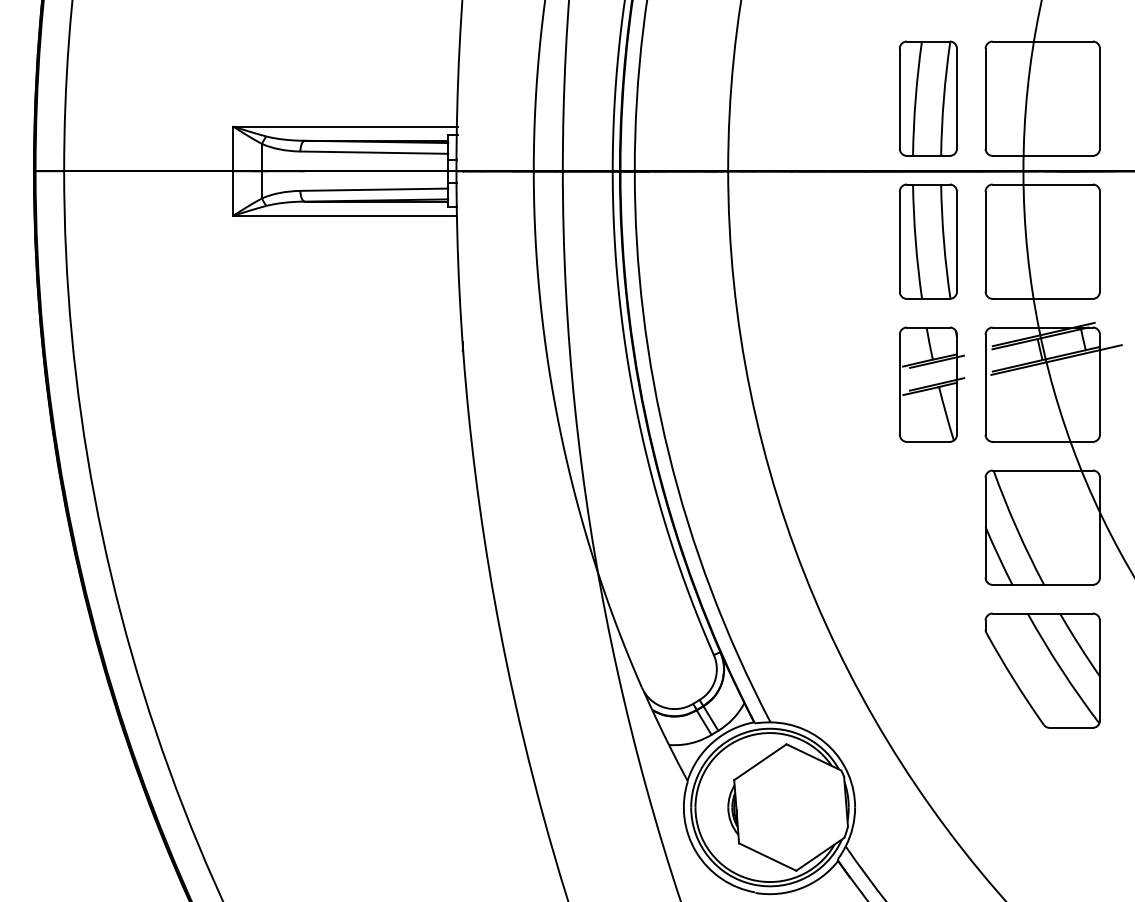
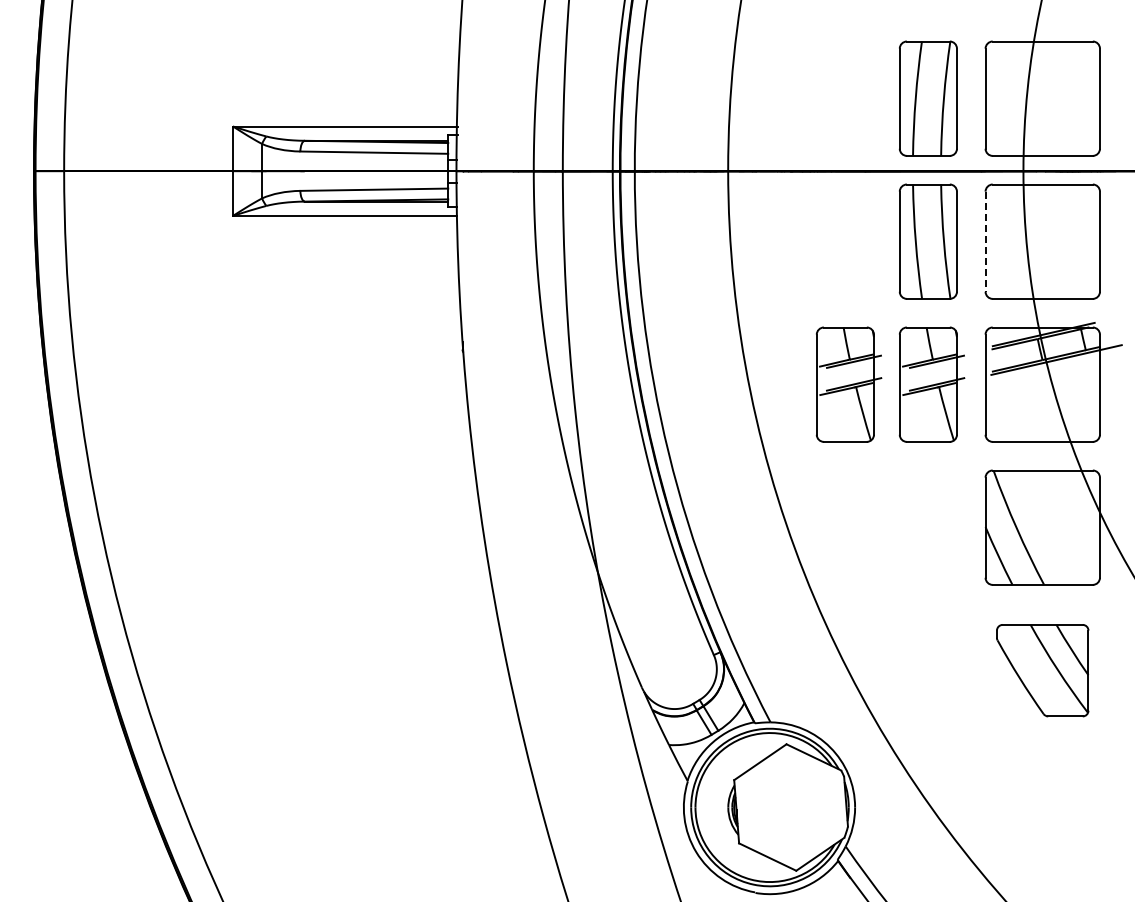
line at (985, 242): solid -> dashed
part at (848, 384): none -> present
part at (1042, 670) size: 117x117 px -> 94x94 px
